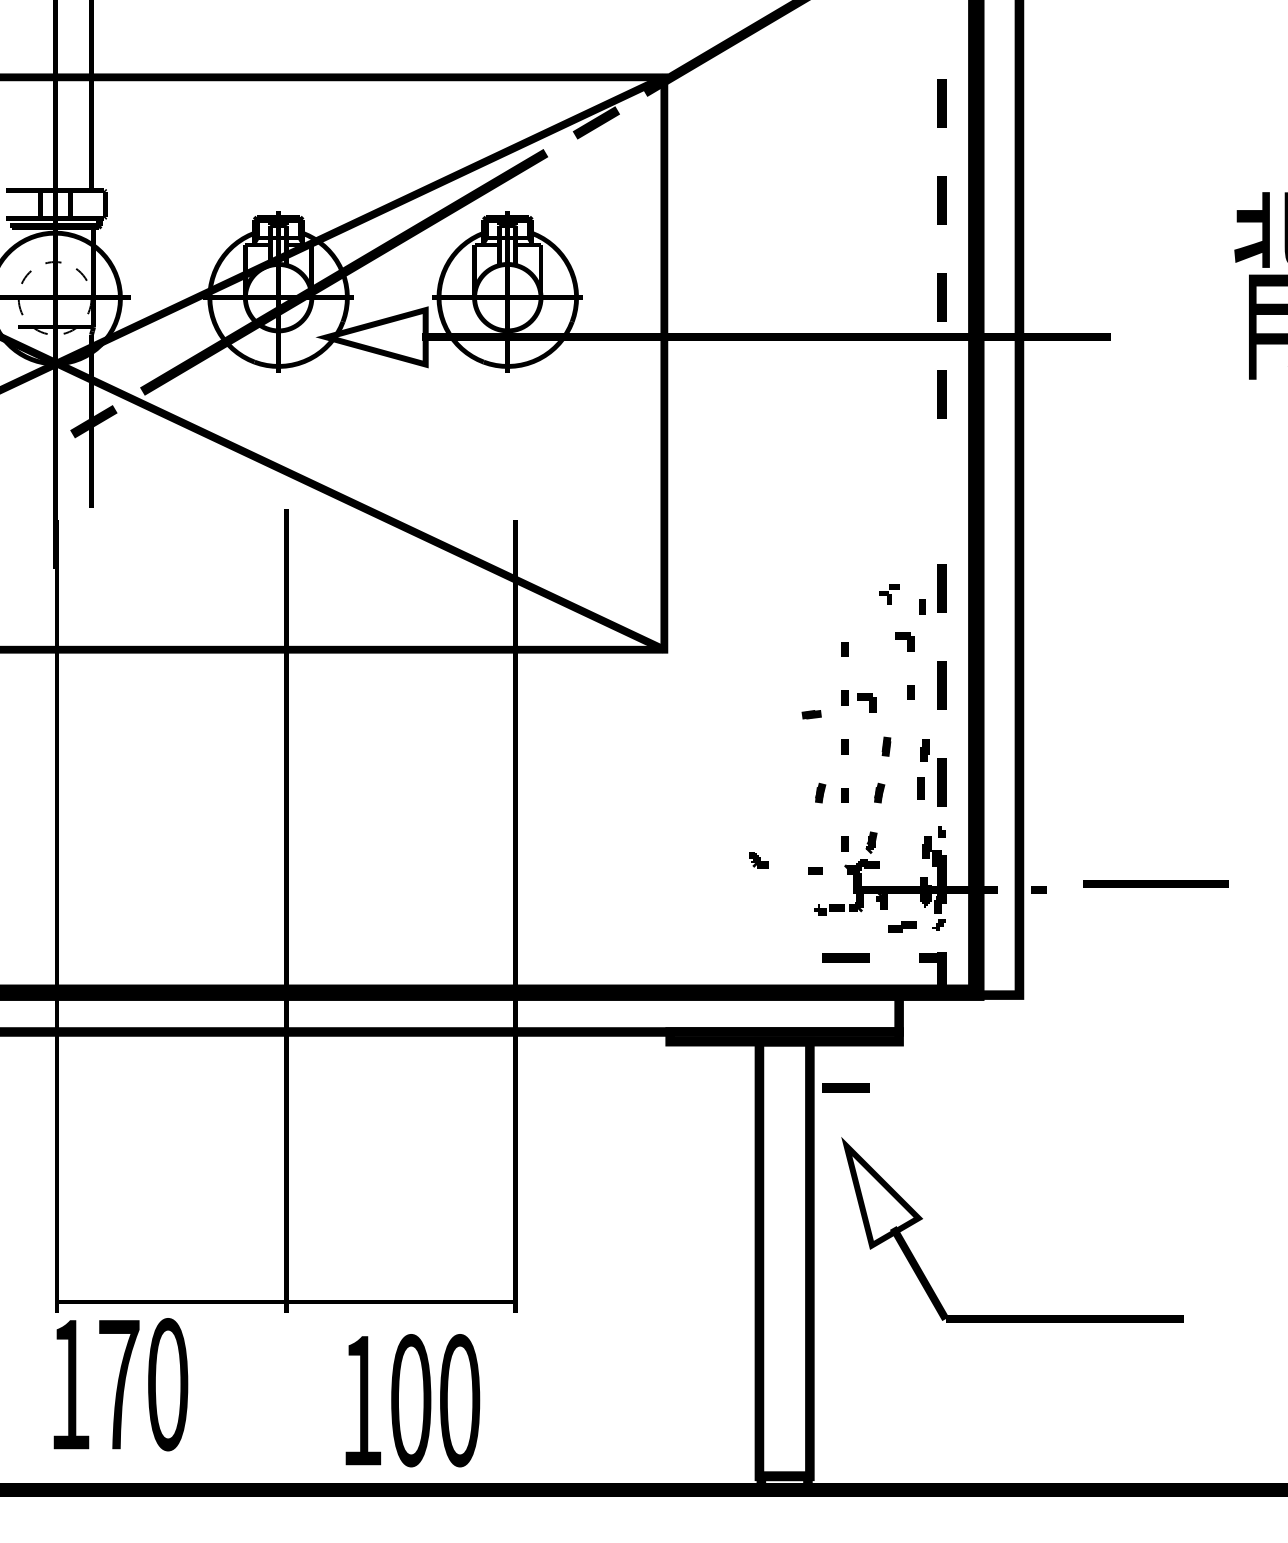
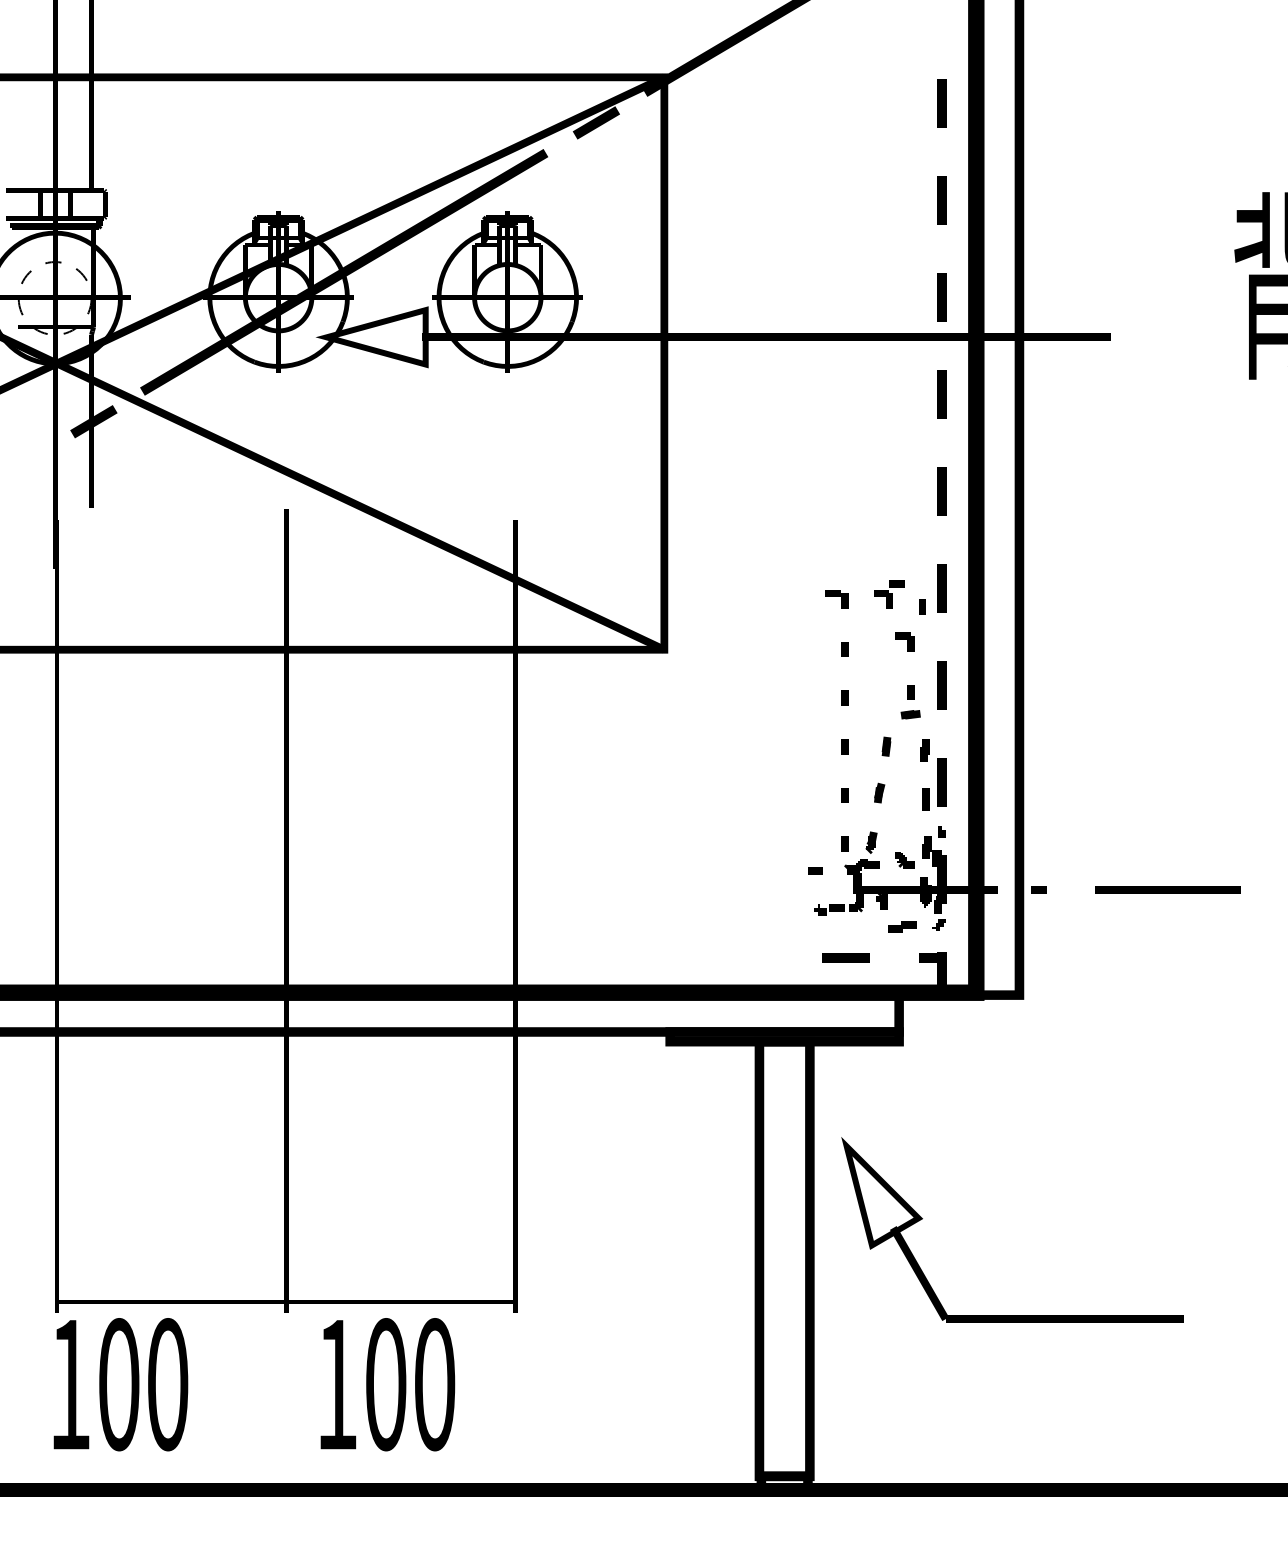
line at (941, 491): none -> present
part at (889, 594) size: 21x21 px -> 31x29 px
part at (836, 599): none -> present
part at (866, 702): present -> none
part at (811, 714) position: (811, 714) -> (910, 714)
part at (920, 788) position: (920, 788) -> (925, 799)
part at (820, 792): present -> none
part at (758, 860) position: (758, 860) -> (904, 860)
line at (1155, 883) position: (1155, 883) -> (1167, 889)
line at (845, 1087): present -> none
text at (119, 1384): 170 -> 100
text at (412, 1400) position: (412, 1400) -> (387, 1384)
